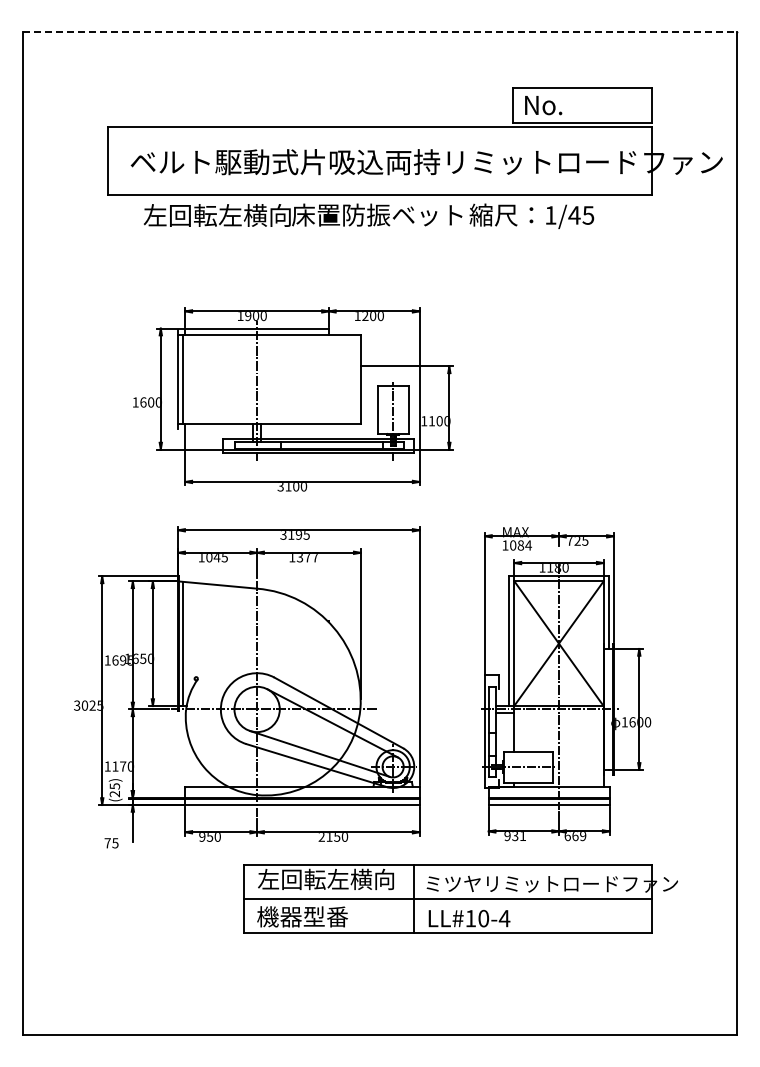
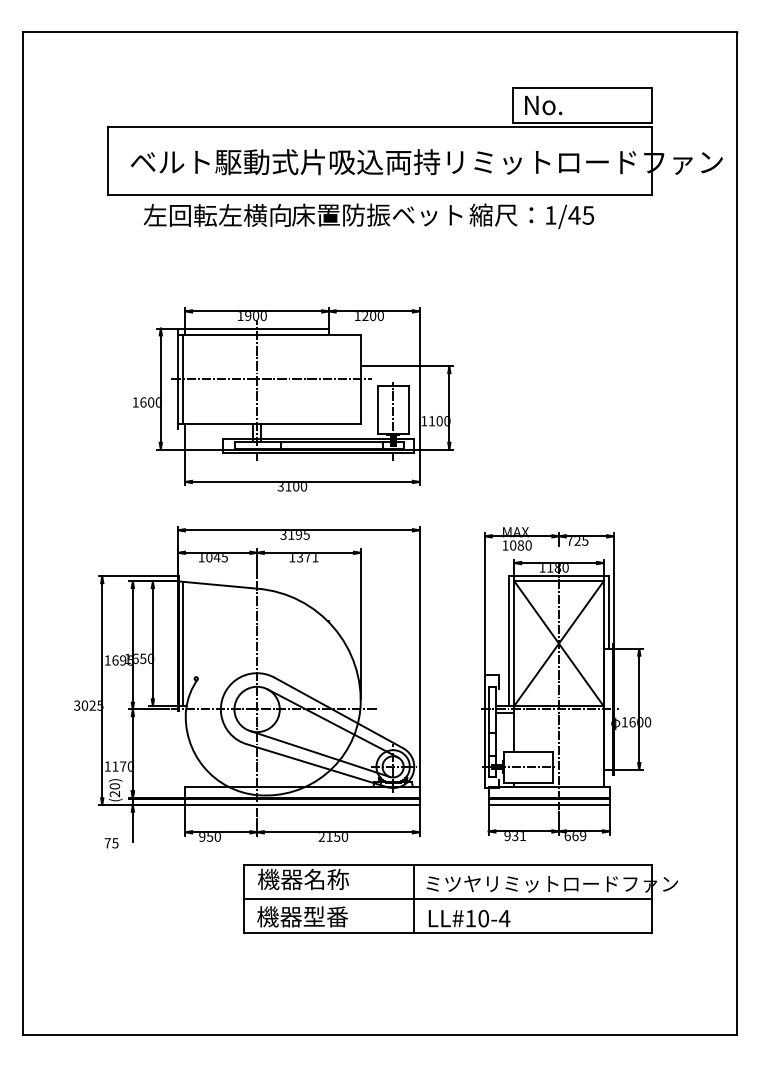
line at (379, 32): dashed -> solid
line at (271, 379): none -> present
text at (528, 545): 1084 -> 1080
text at (315, 558): 1377 -> 1371
text at (114, 786): (25) -> (20)
text at (326, 879): 左回転左横向 -> 機器名称
